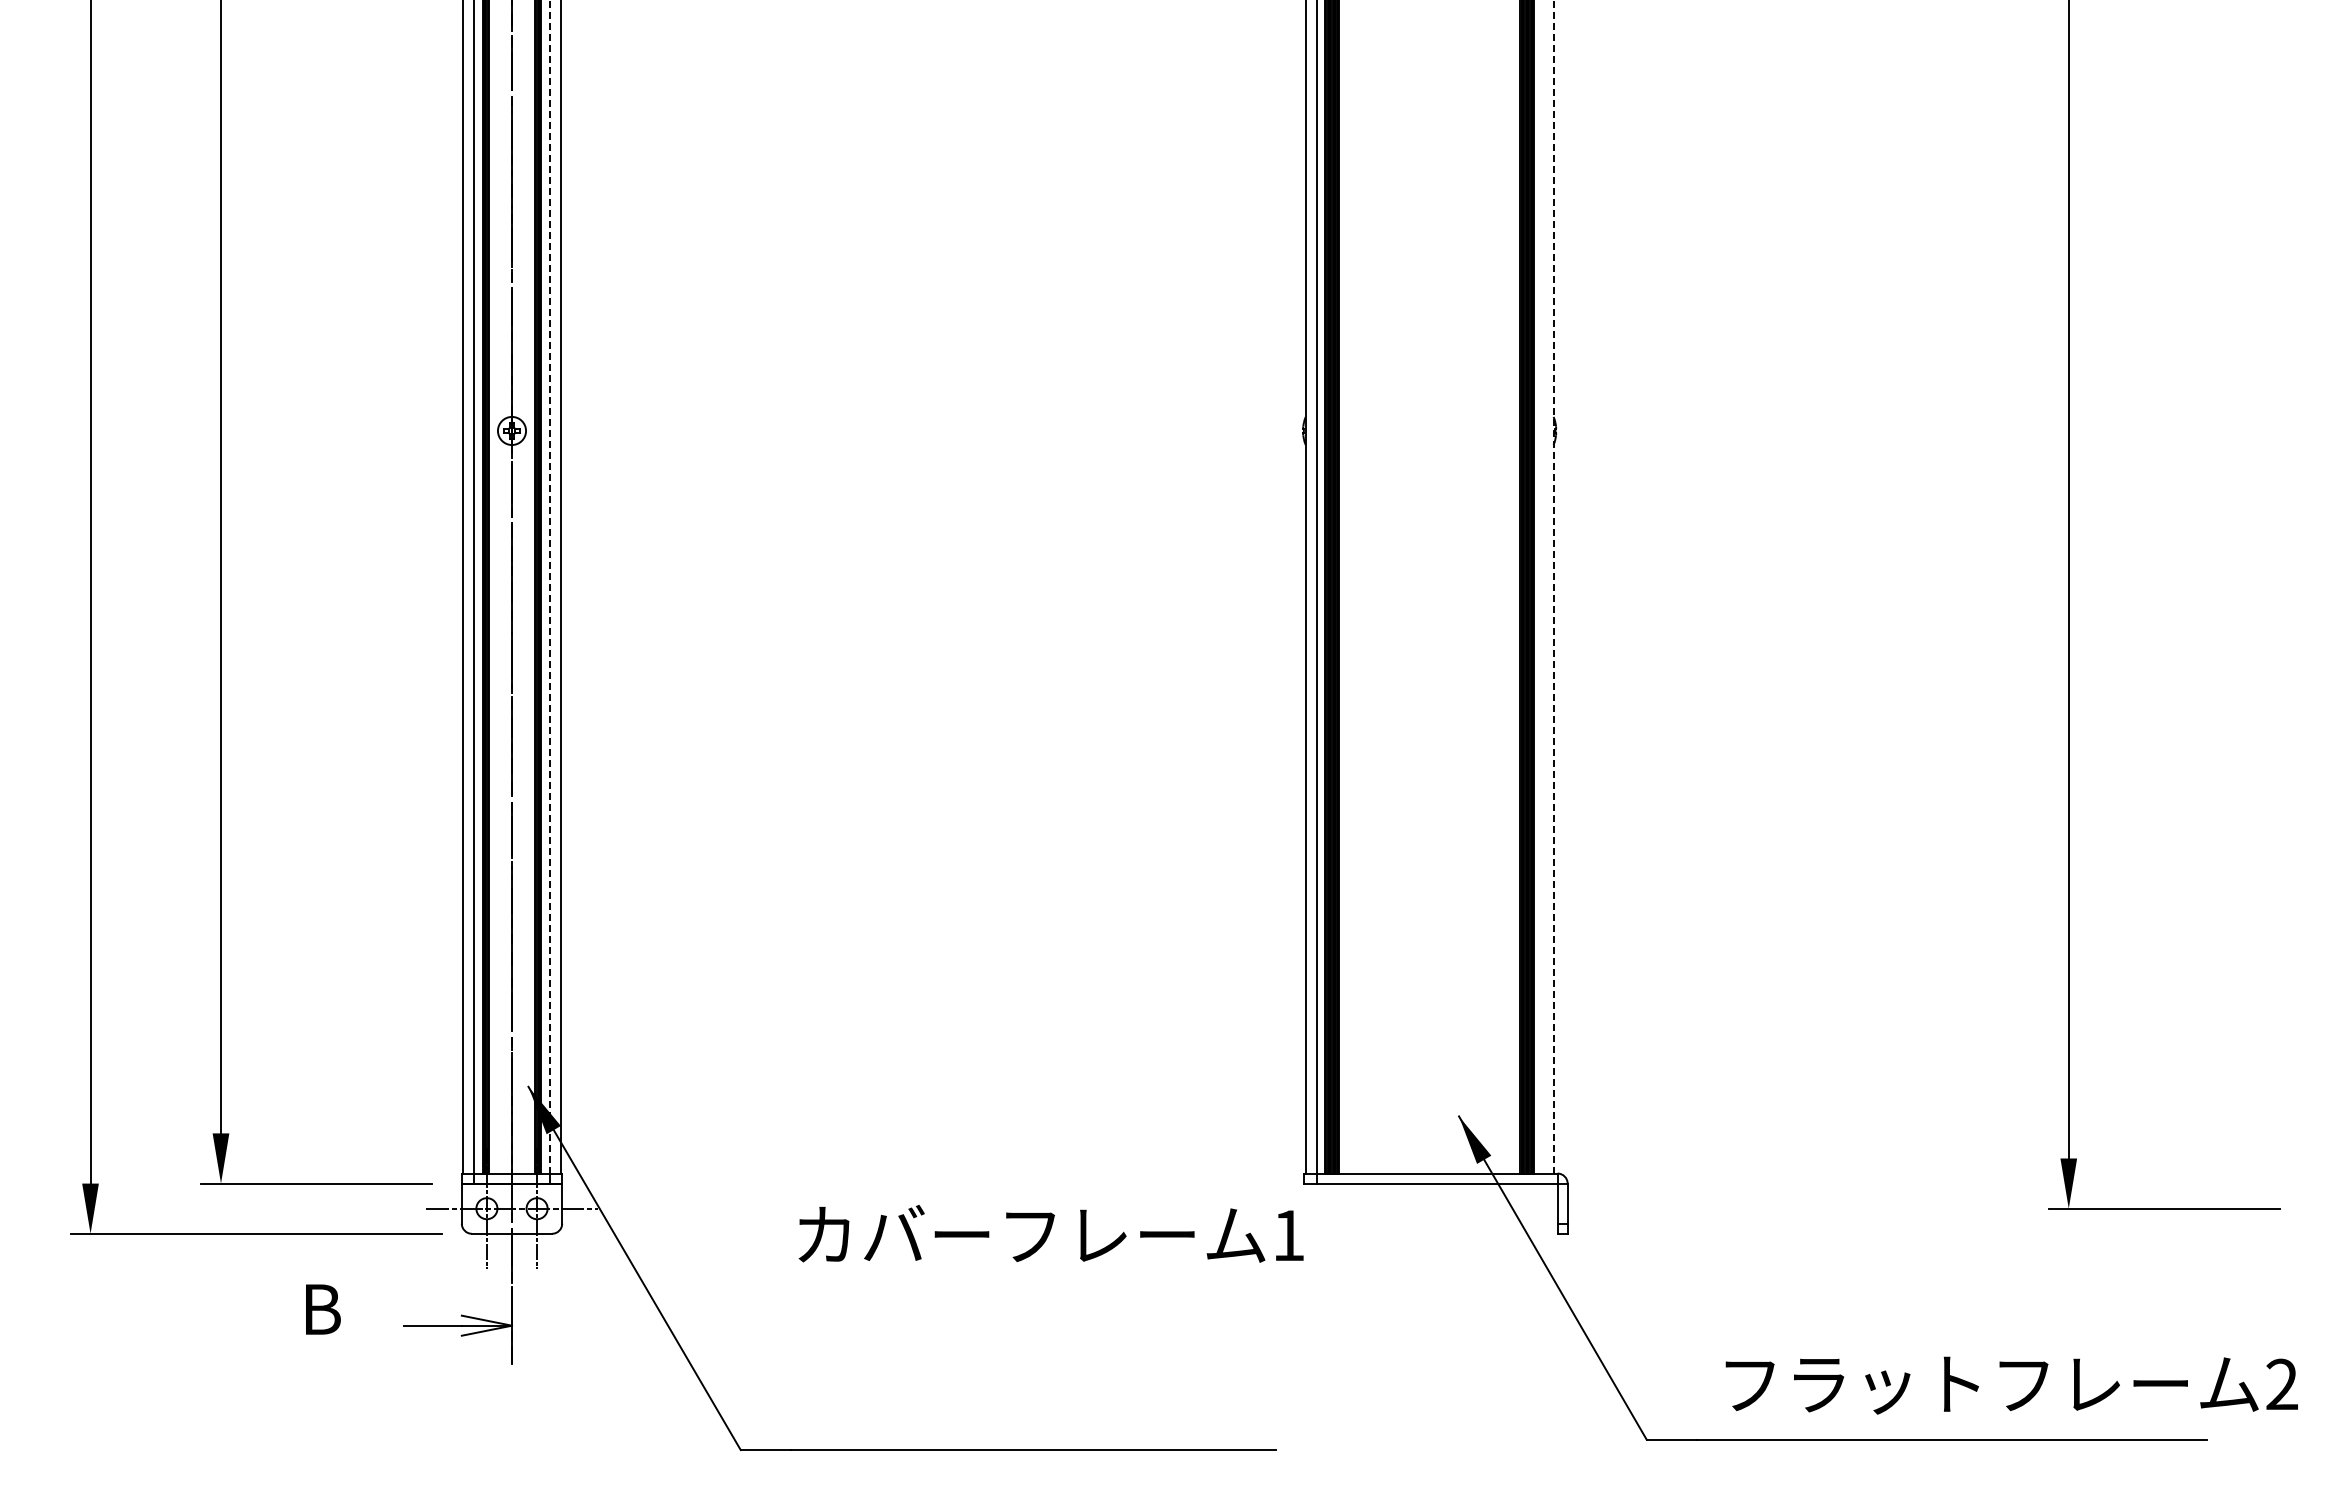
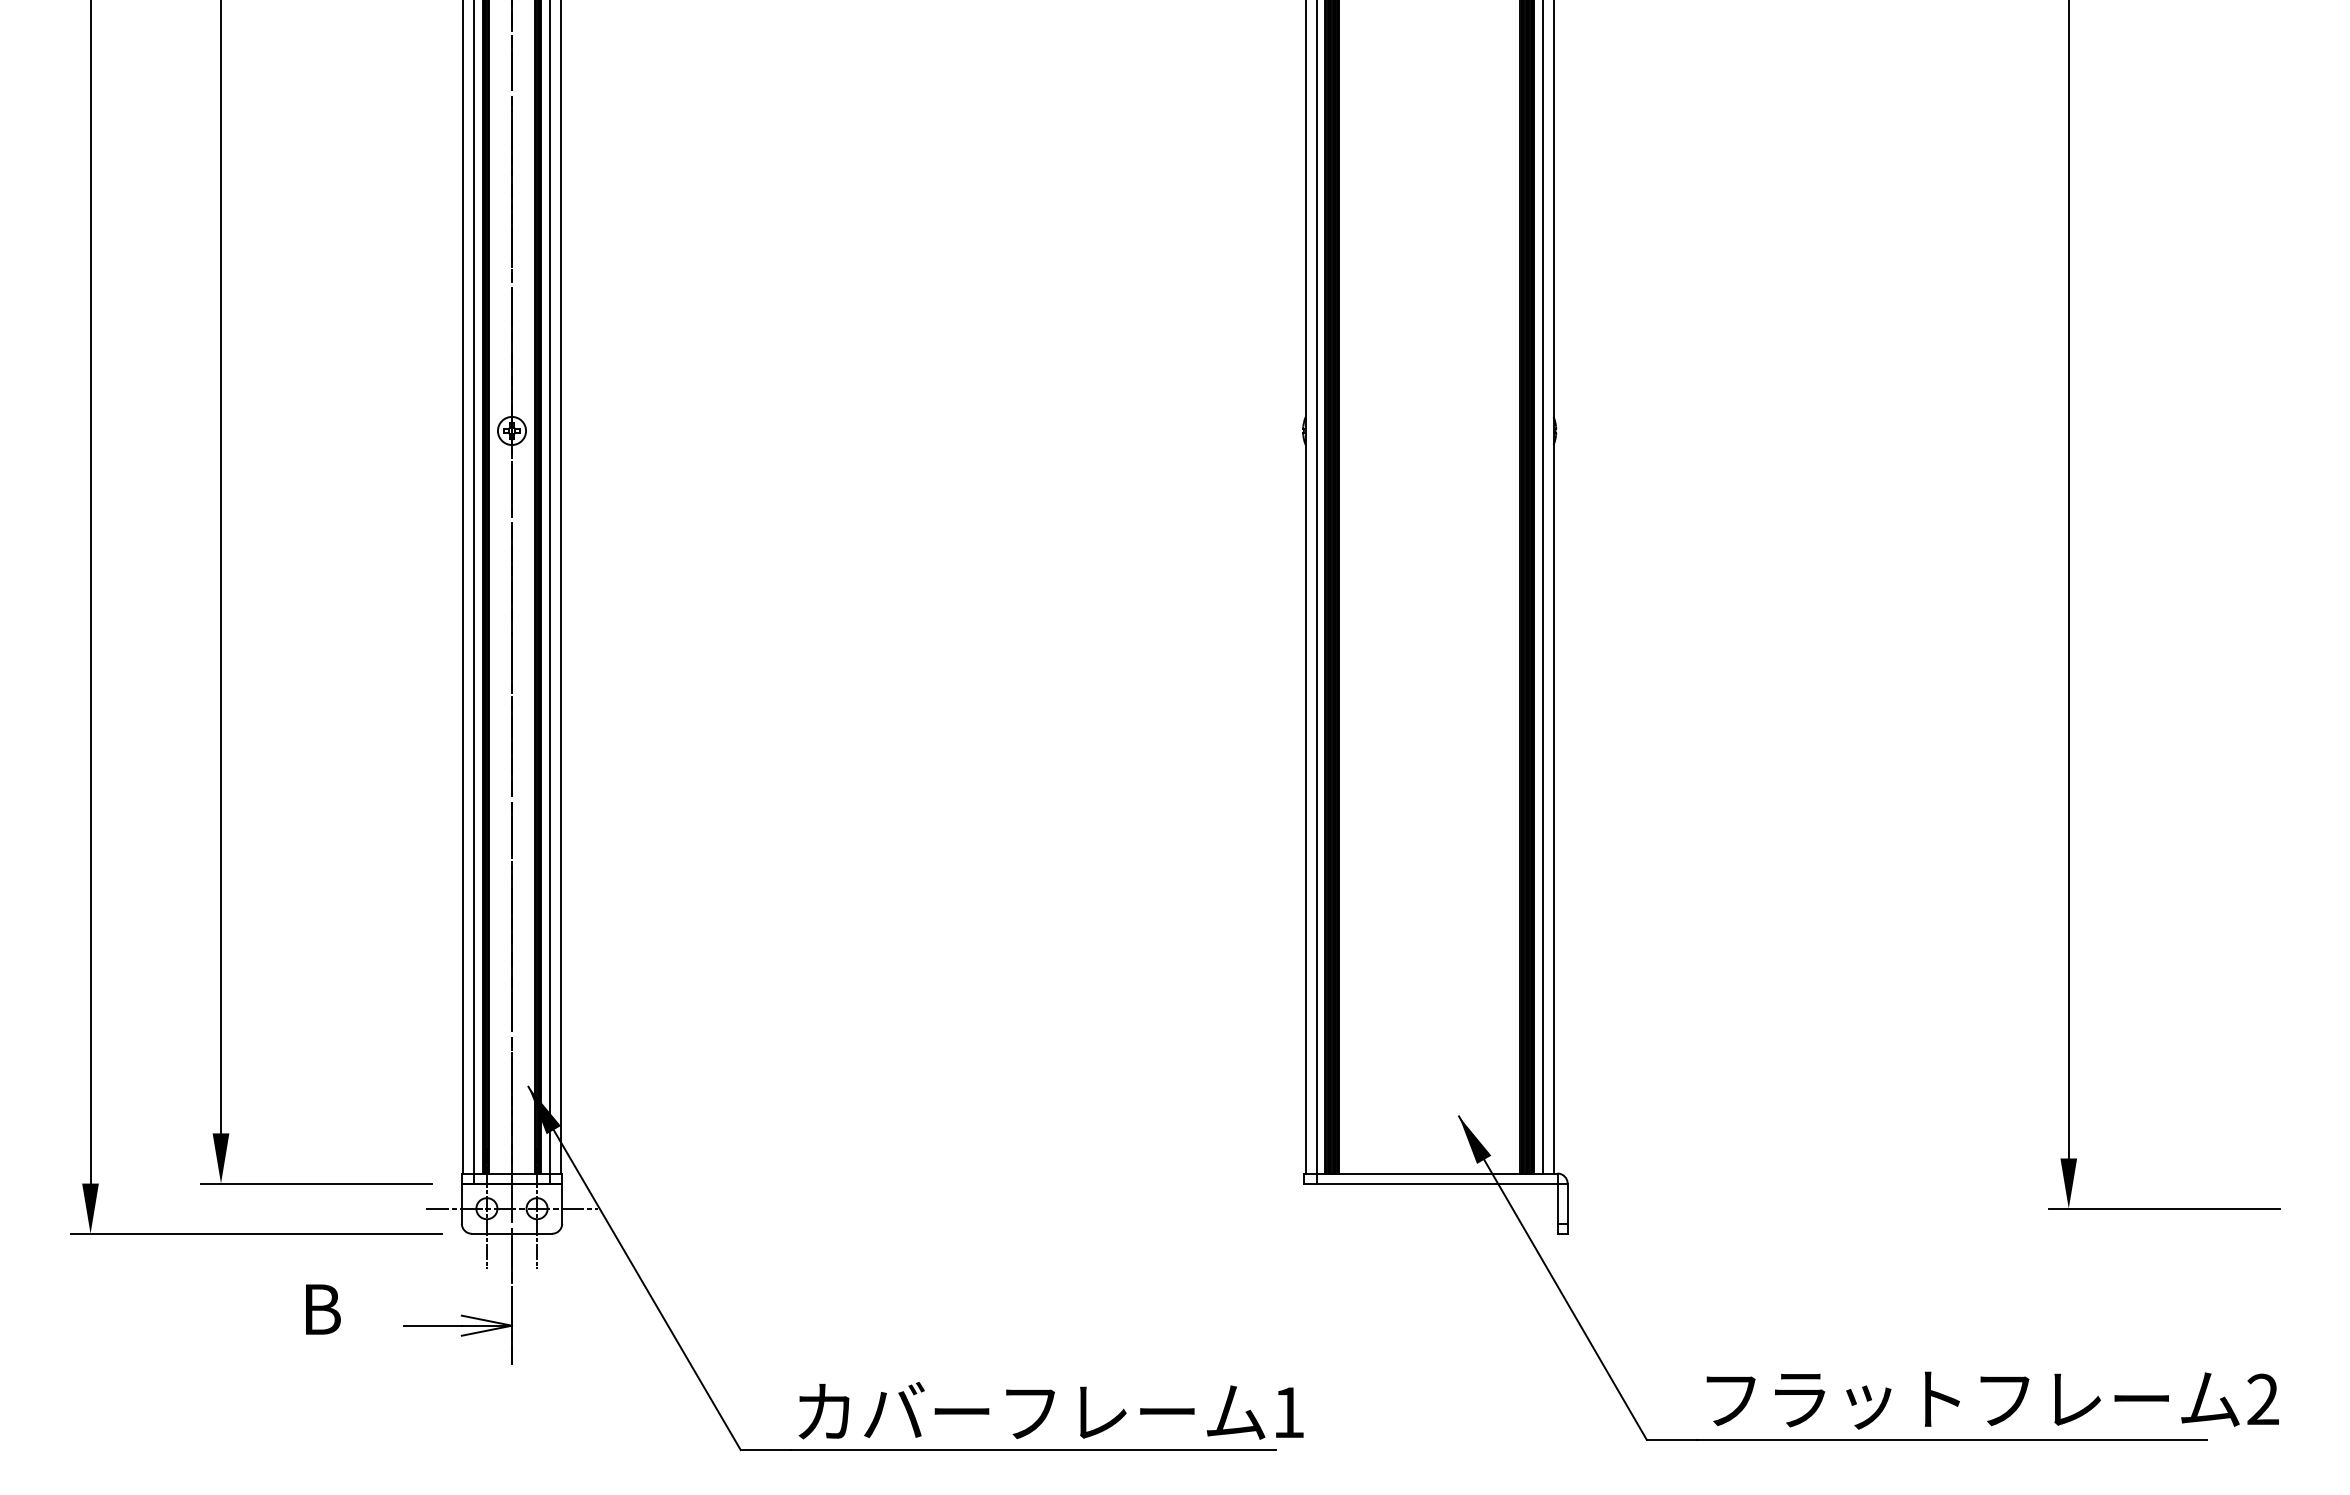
line at (549, 586): dashed -> solid
line at (1553, 586): dashed -> solid
line at (1542, 587): none -> present
text at (1050, 1233) position: (1050, 1233) -> (1050, 1410)
text at (2011, 1385) position: (2011, 1385) -> (1992, 1400)
